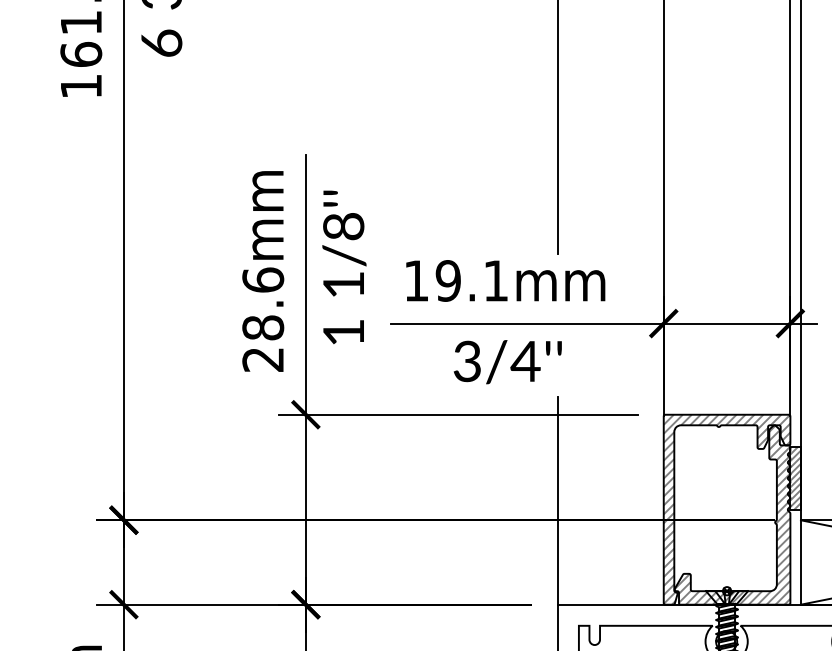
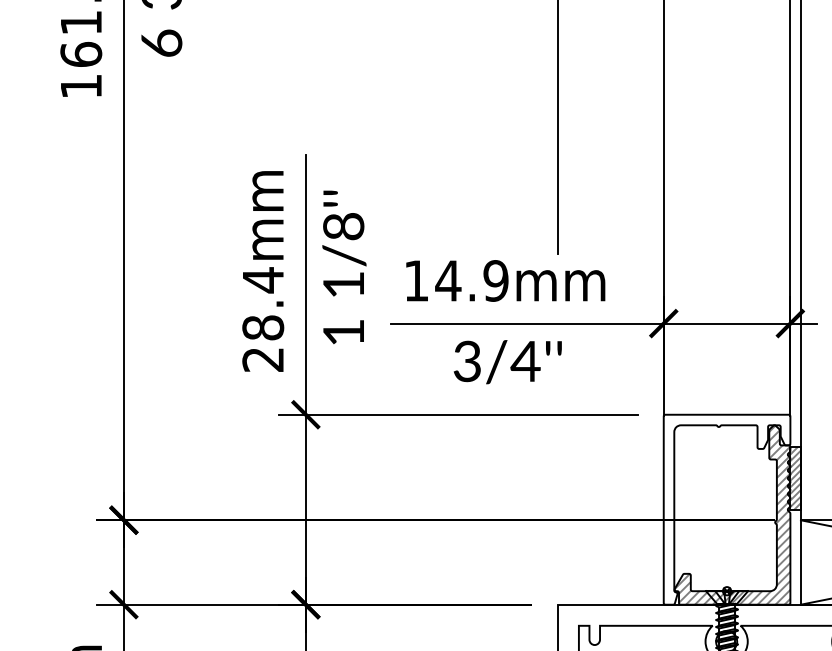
text at (263, 280): 28.6mm -> 28.4mm
text at (471, 280): 19.1mm -> 14.9mm
line at (557, 500): present -> none
hatch at (726, 509): present -> none
